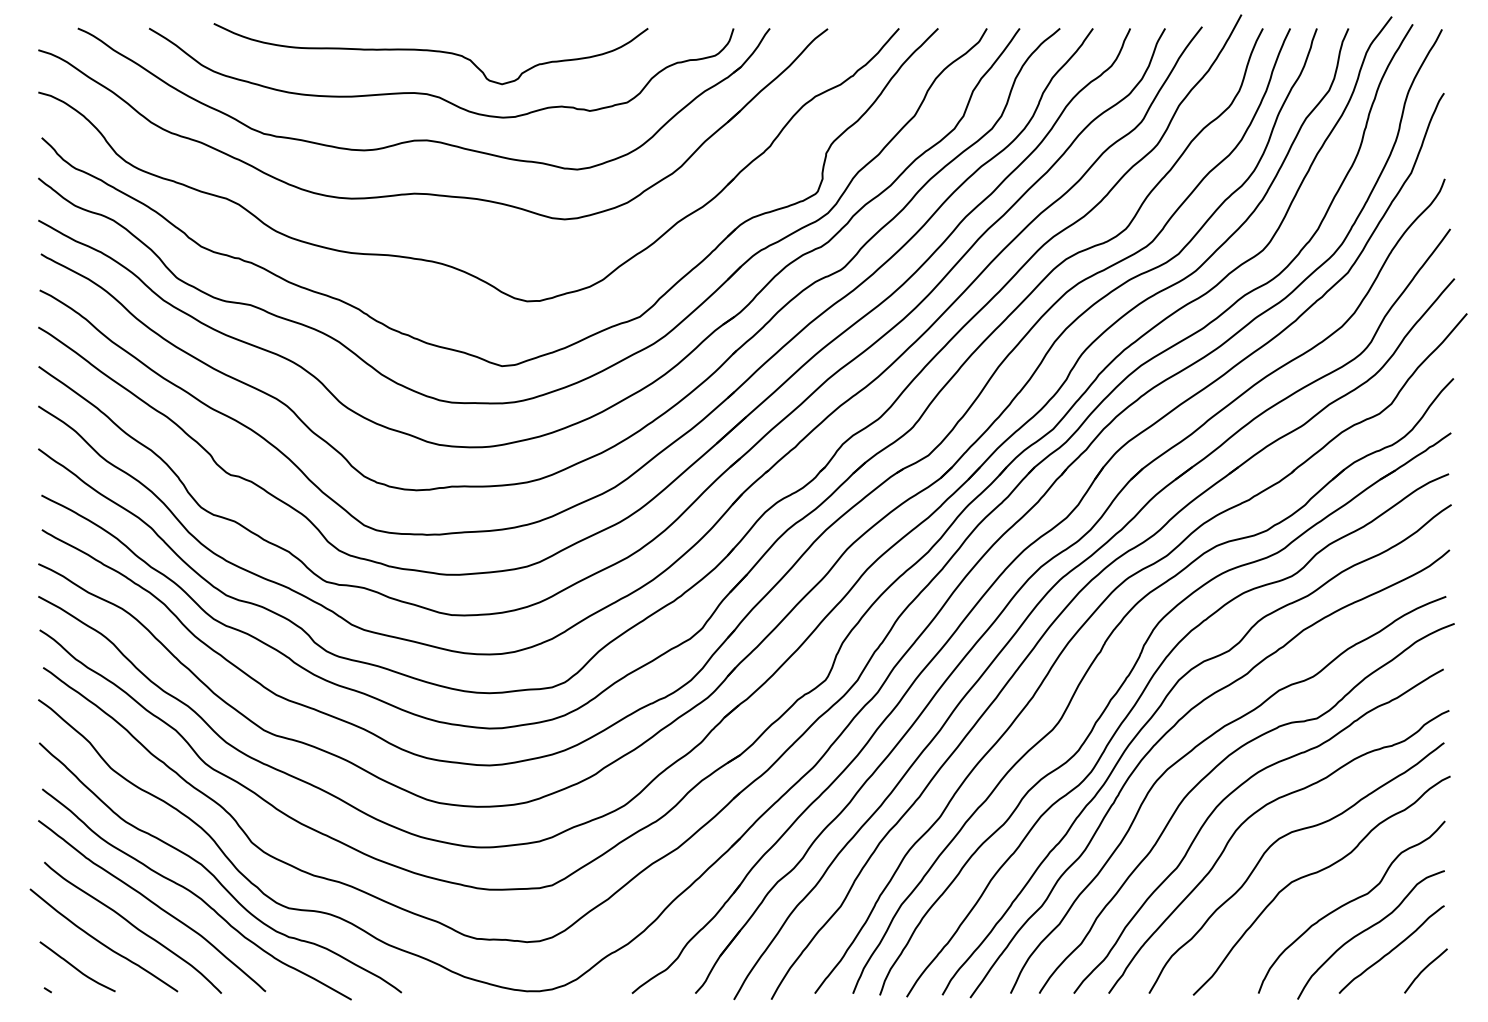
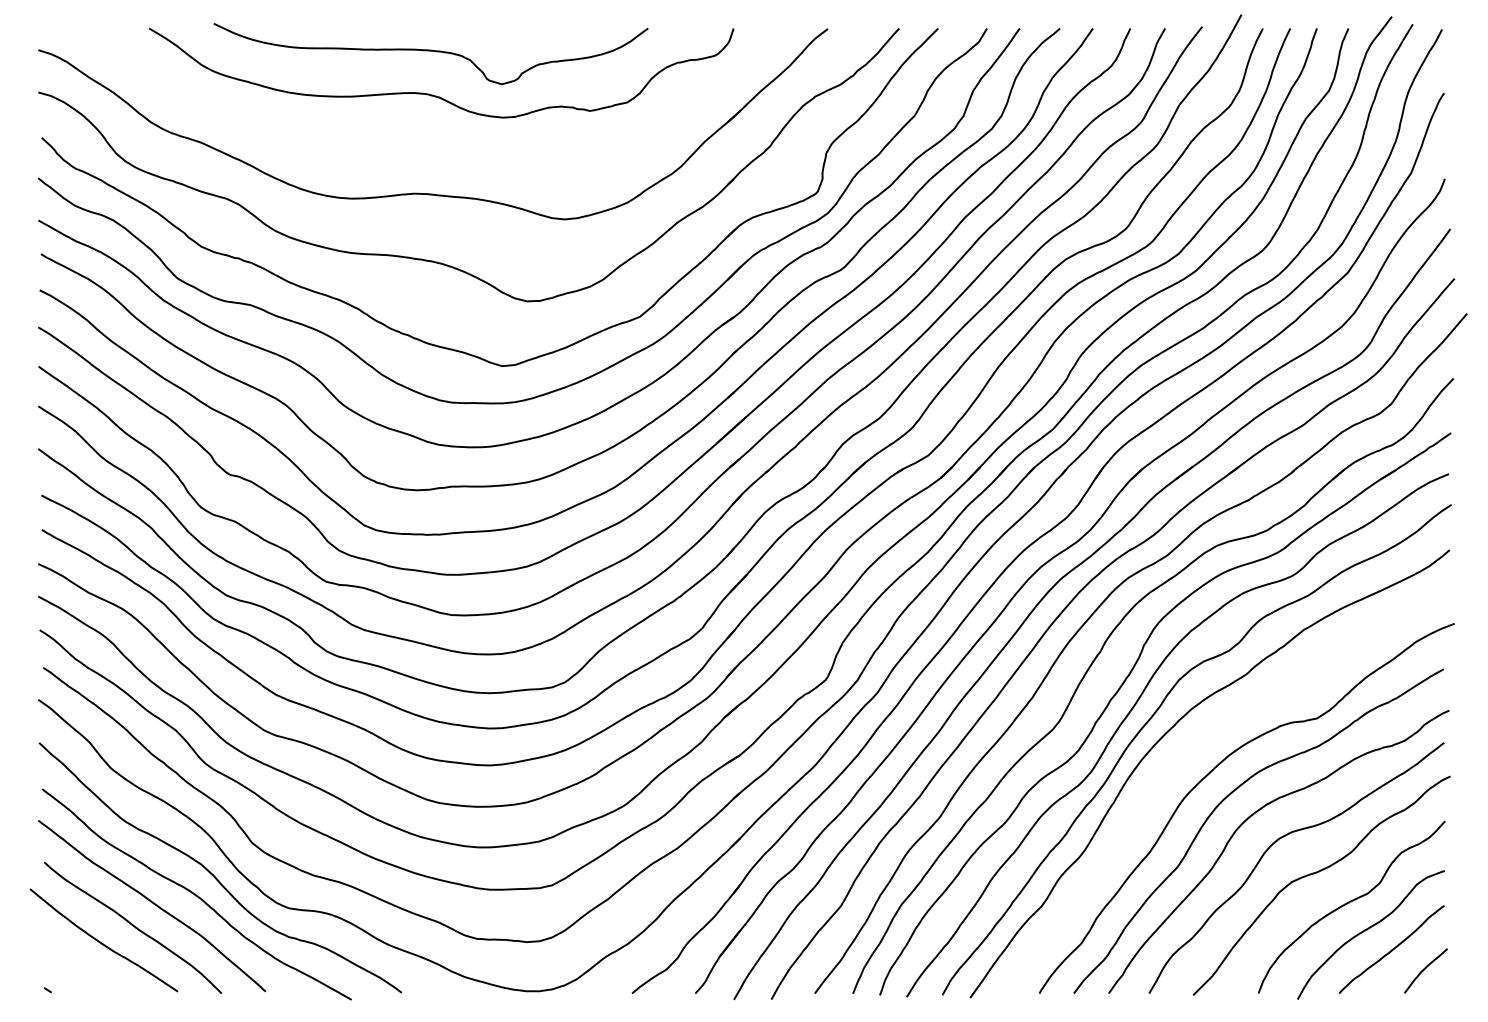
part at (423, 139): present -> none
curve at (1192, 751): present -> none
curve at (76, 967): present -> none
